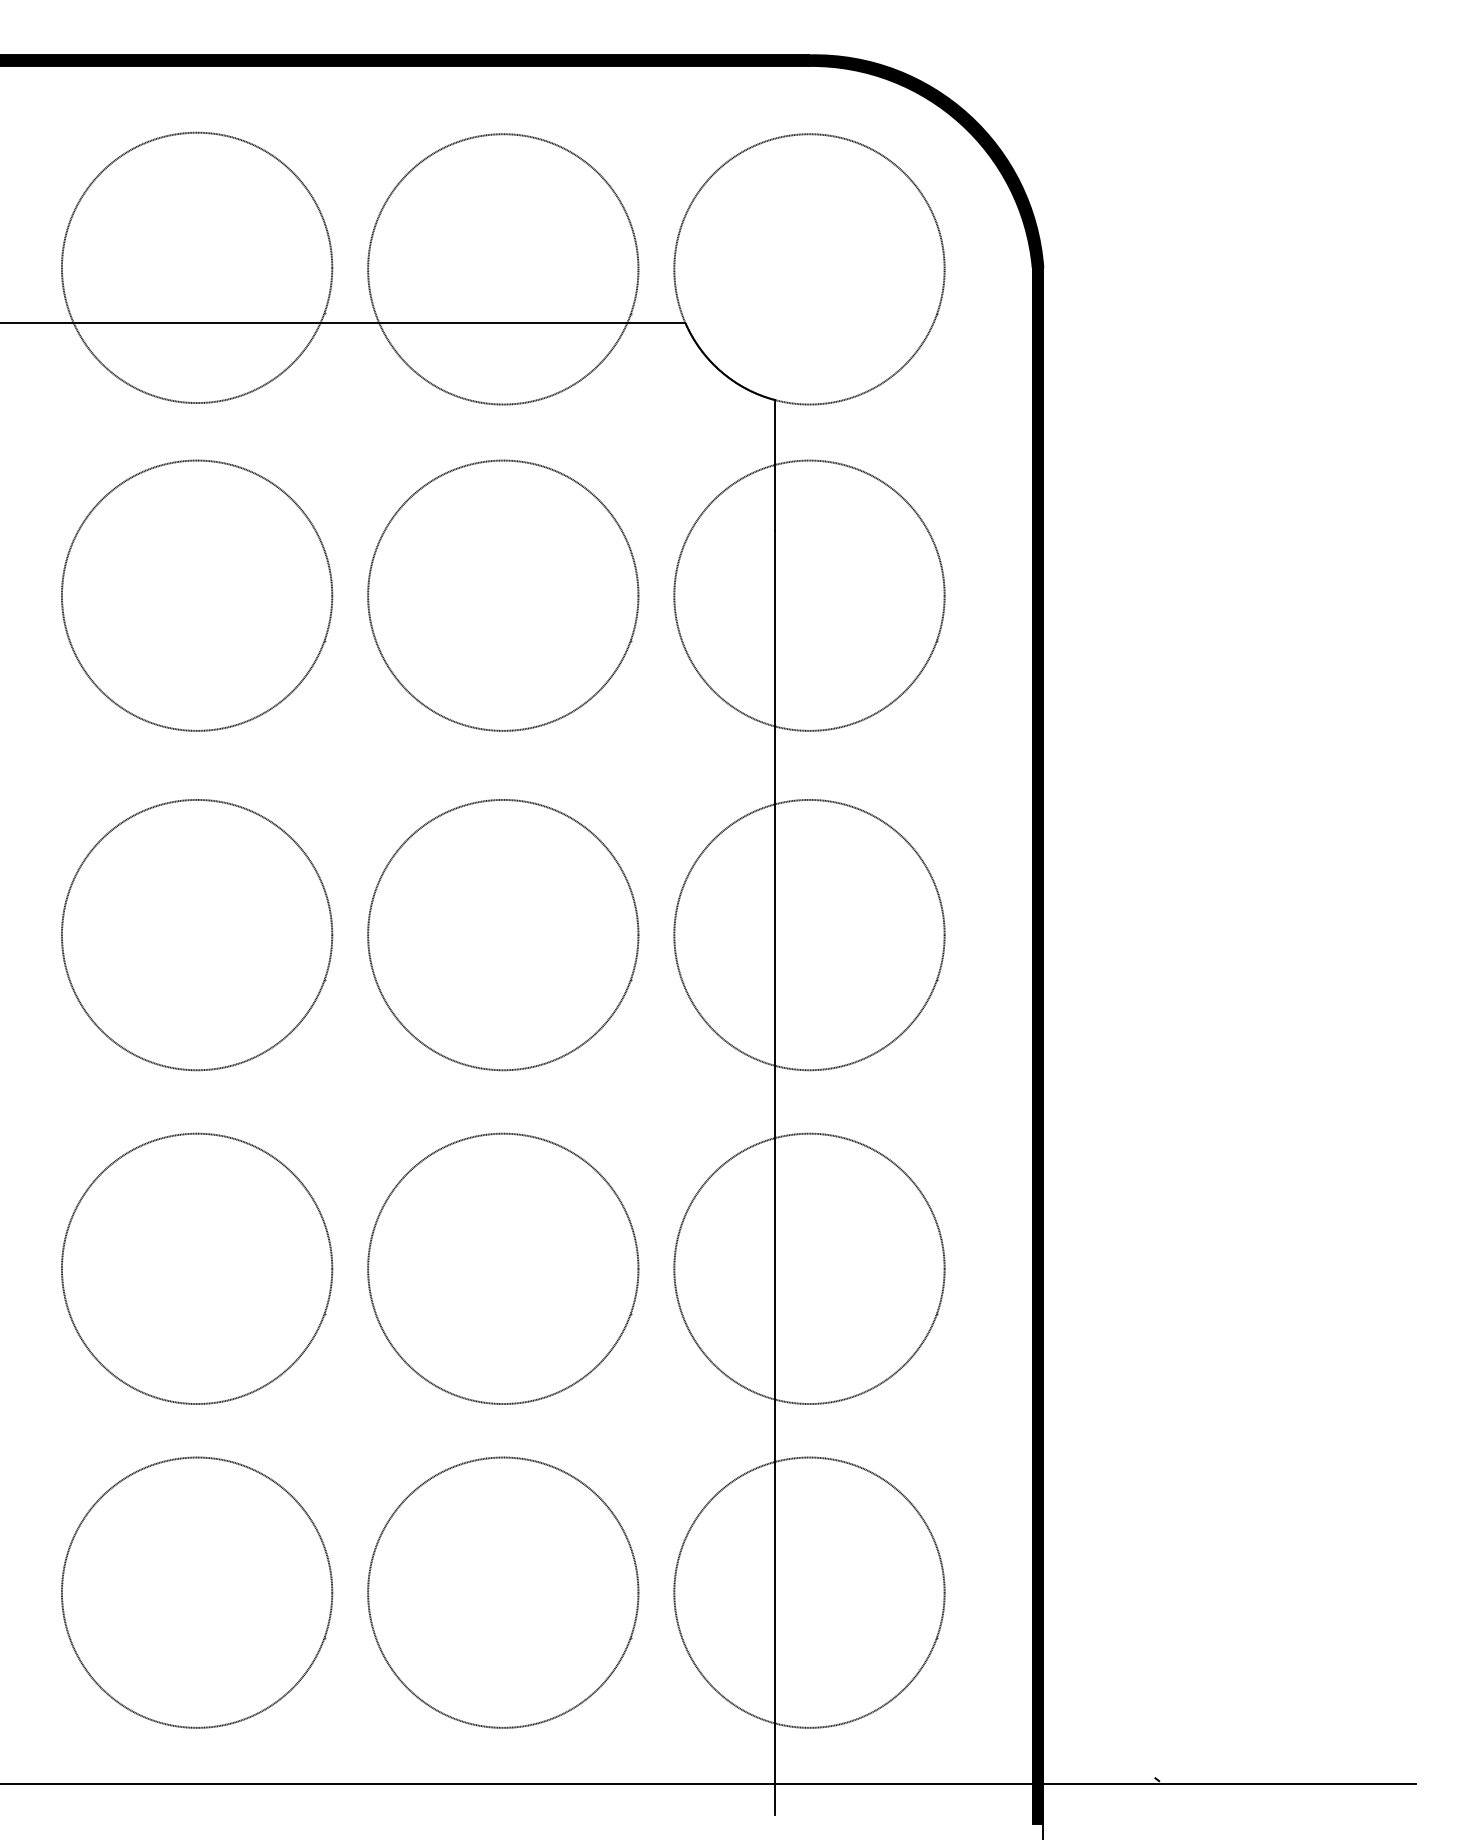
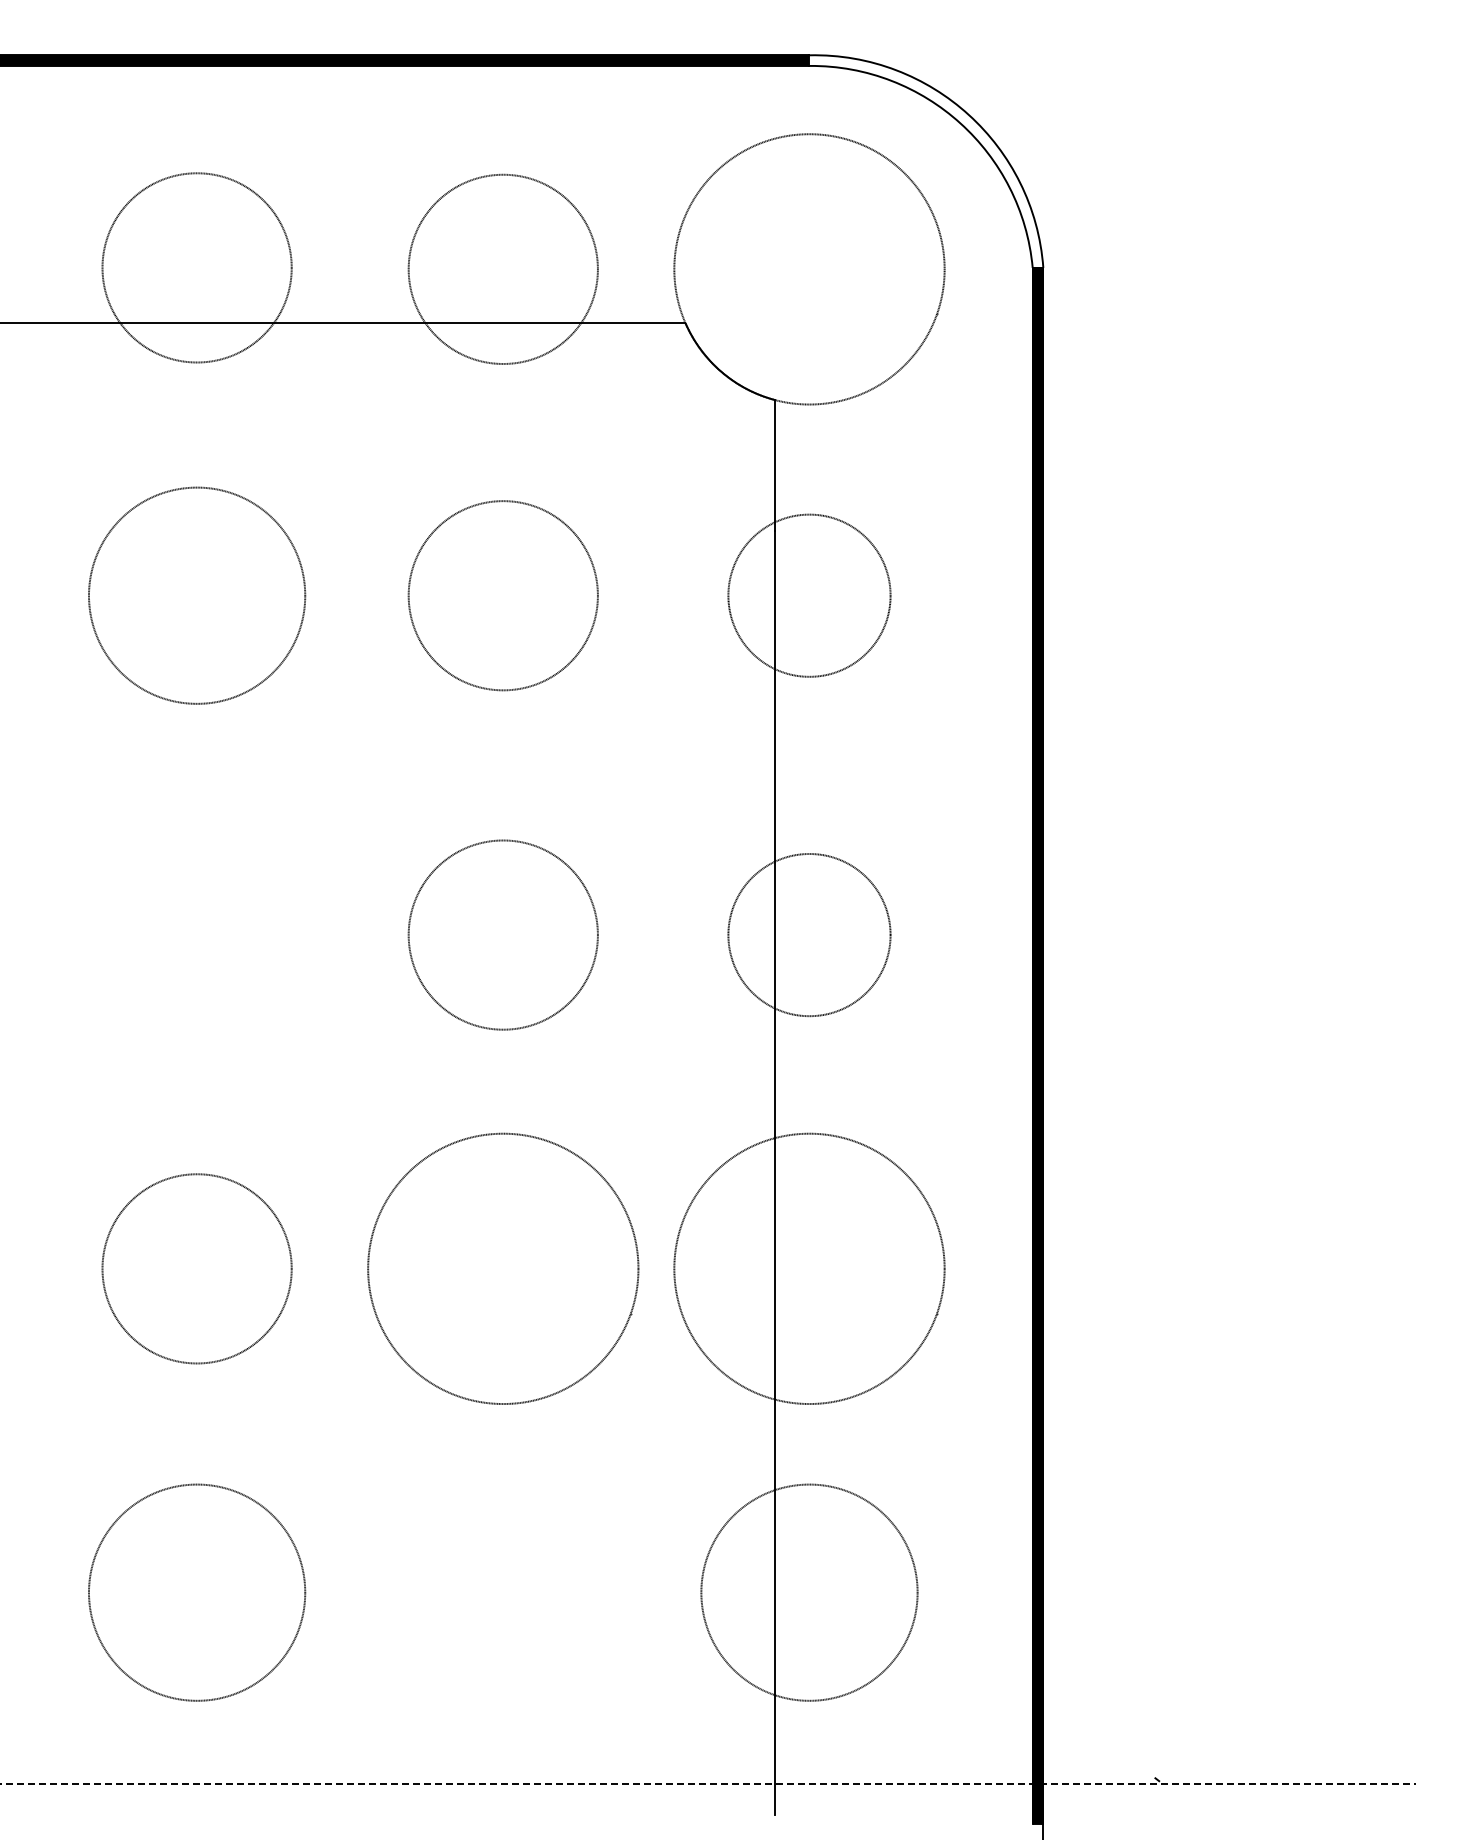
fill at (926, 161): present -> none
circle at (196, 267) diameter: 270 px -> 189 px
circle at (503, 269) diameter: 270 px -> 189 px
circle at (196, 595) diameter: 270 px -> 216 px
circle at (503, 595) diameter: 270 px -> 189 px
circle at (809, 595) diameter: 270 px -> 162 px
circle at (503, 934) diameter: 270 px -> 189 px
circle at (809, 934) diameter: 270 px -> 162 px
circle at (197, 935): present -> none
circle at (196, 1268) diameter: 270 px -> 189 px
circle at (196, 1592) diameter: 270 px -> 216 px
circle at (503, 1592): present -> none
circle at (809, 1592) diameter: 270 px -> 216 px
line at (708, 1784): solid -> dashed
